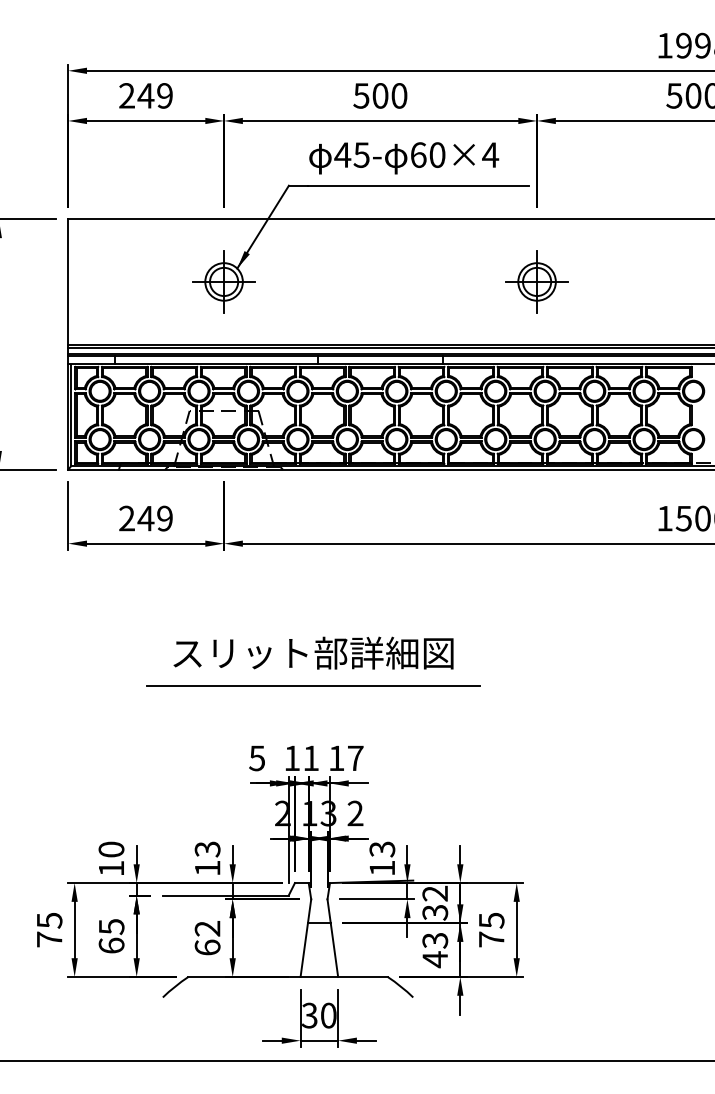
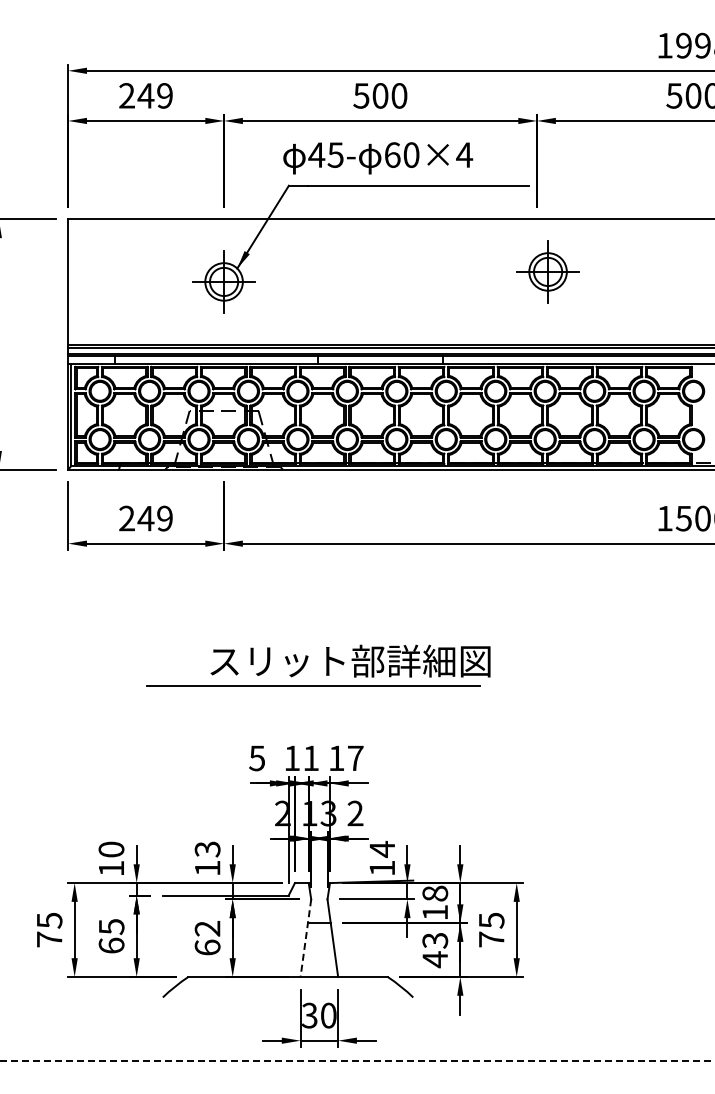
text at (404, 158) position: (404, 158) -> (378, 158)
part at (536, 281) position: (536, 281) -> (547, 271)
text at (313, 652) position: (313, 652) -> (350, 660)
text at (382, 849): 13 -> 14
text at (435, 902): 32 -> 18
line at (305, 938): solid -> dashed
line at (357, 1061): solid -> dashed
